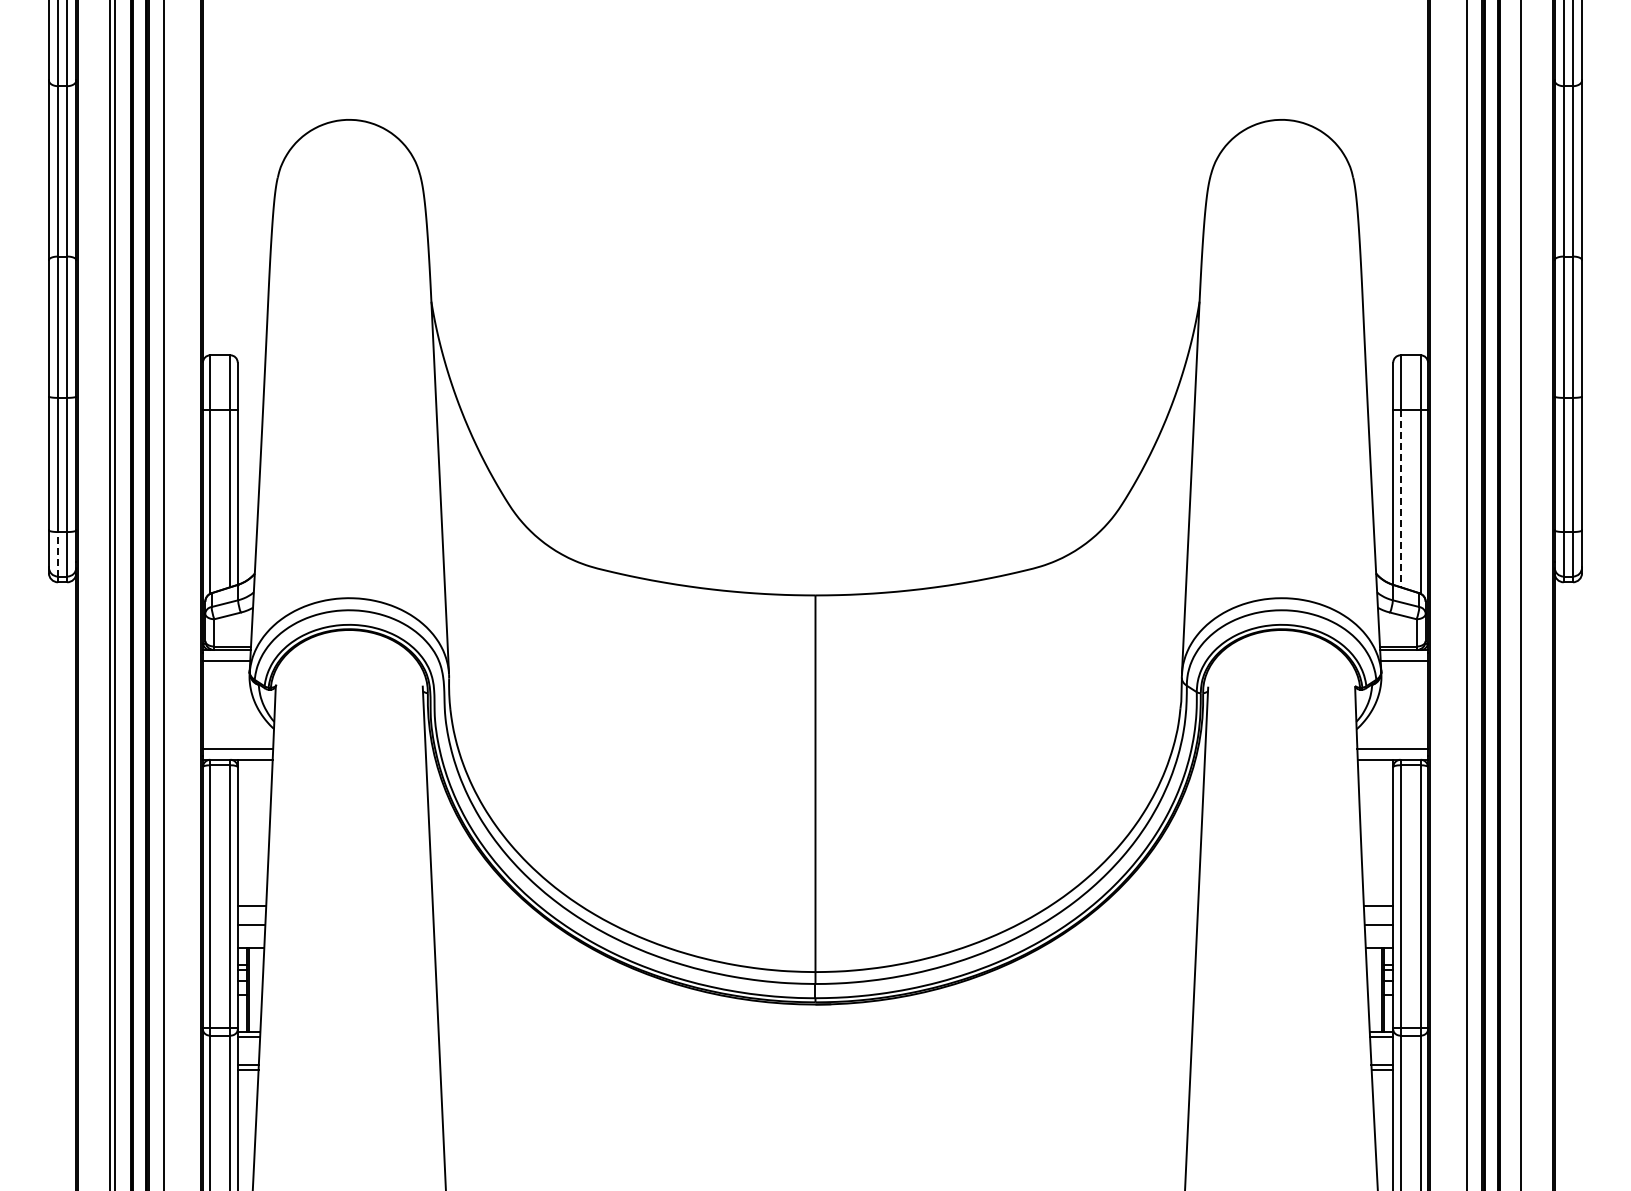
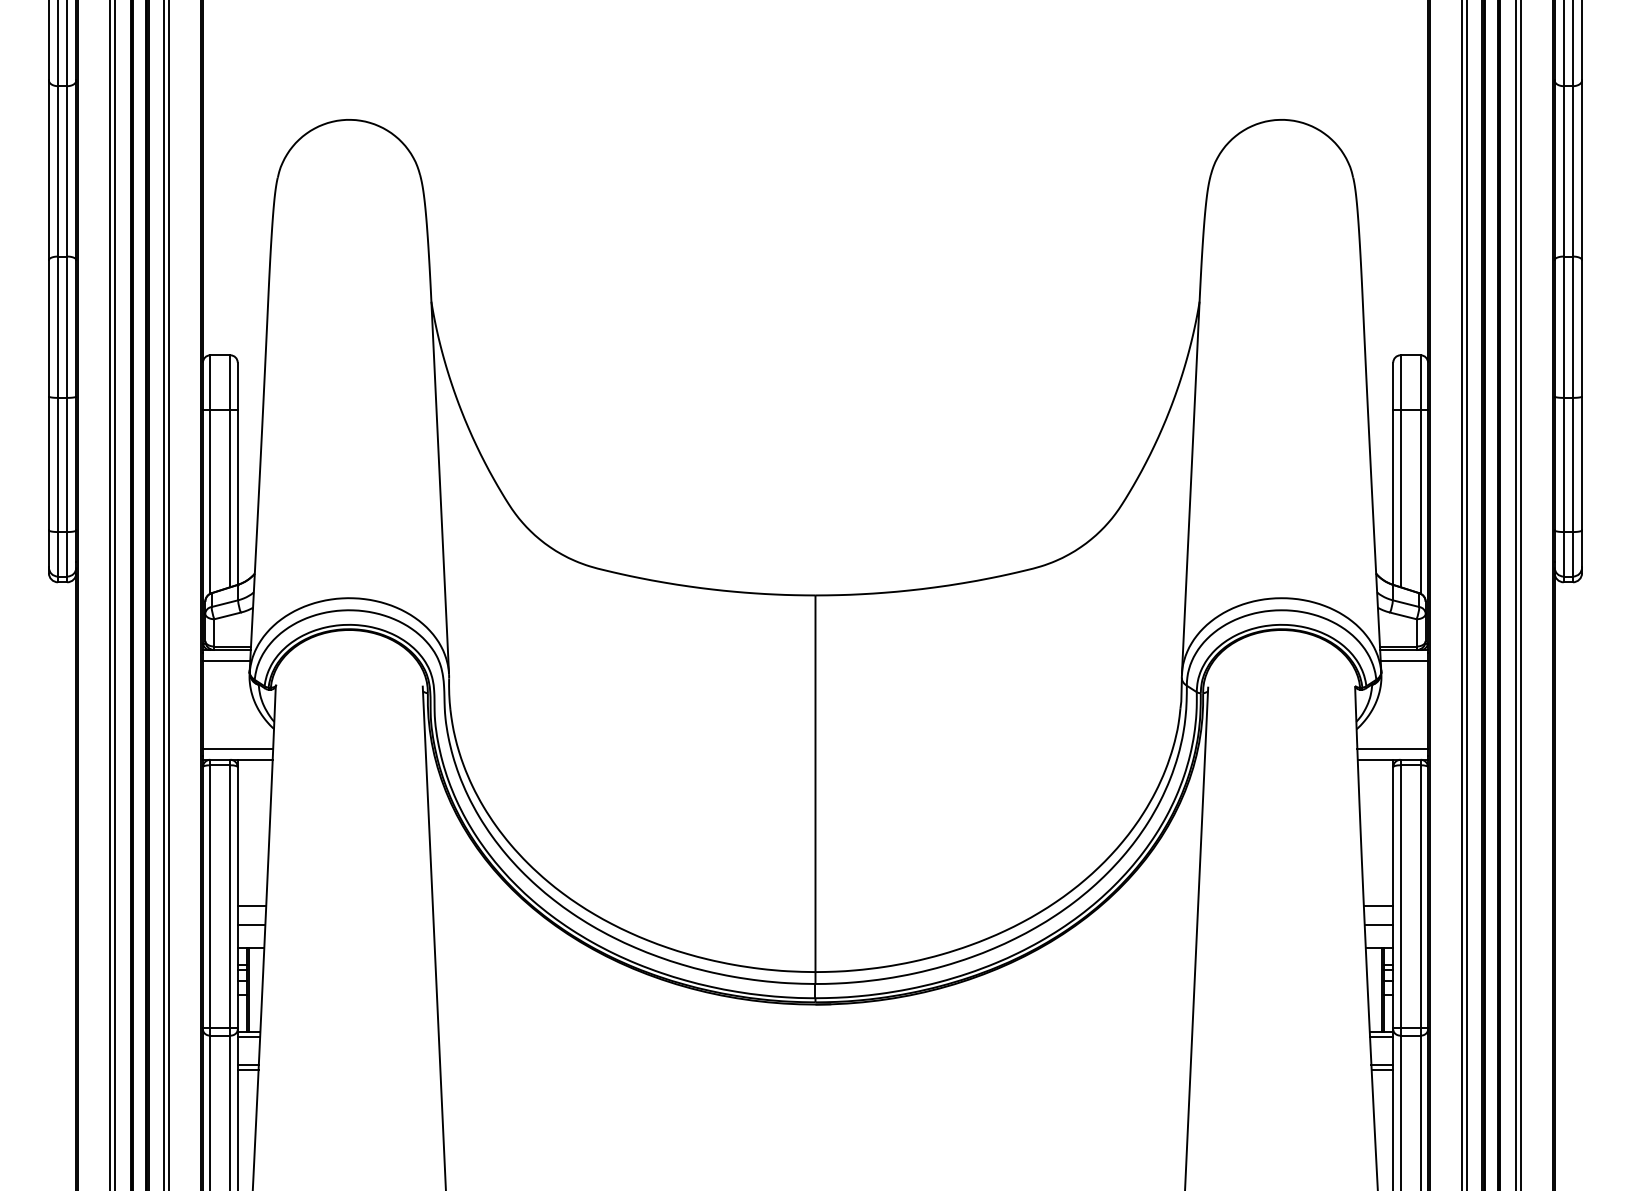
line at (1400, 498): dashed -> solid
line at (58, 553): dashed -> solid
line at (169, 594): none -> present
line at (1461, 594): none -> present
line at (1515, 594): none -> present
